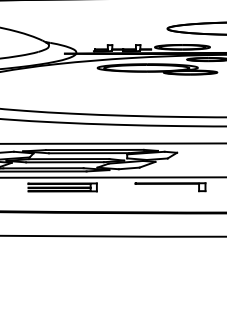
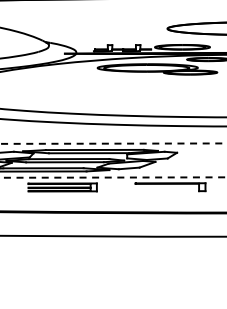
line at (113, 143): solid -> dashed
line at (113, 177): solid -> dashed
